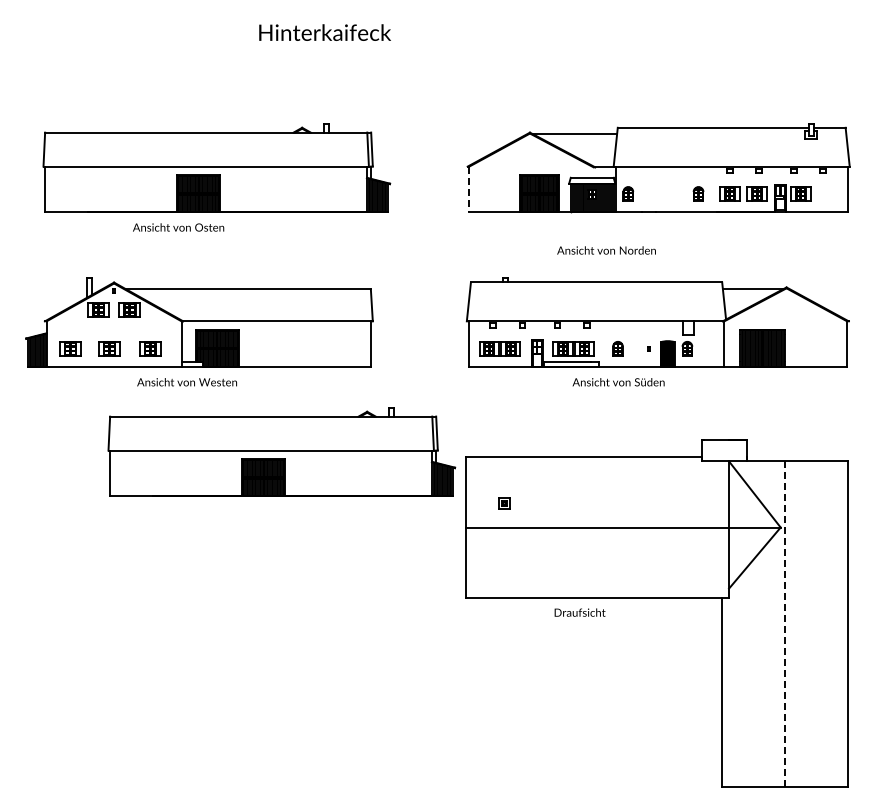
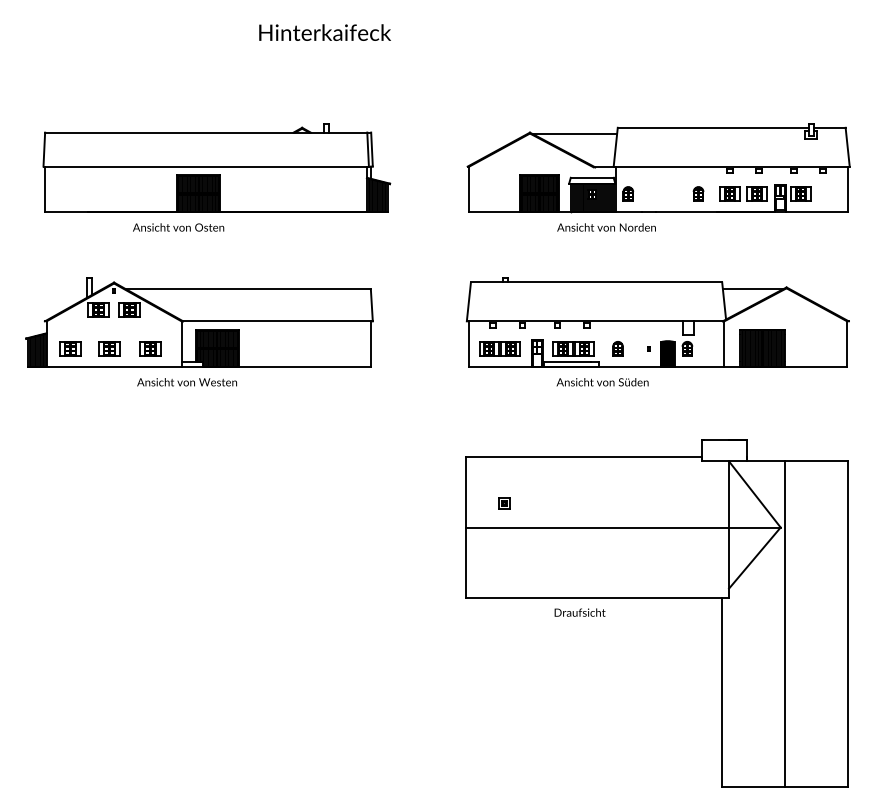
line at (469, 189): dashed -> solid
text at (606, 250) position: (606, 250) -> (606, 227)
text at (618, 382) position: (618, 382) -> (602, 382)
part at (281, 451): present -> none
line at (784, 624): dashed -> solid
